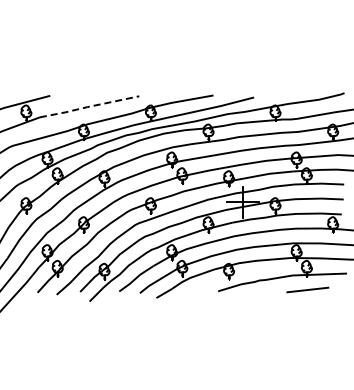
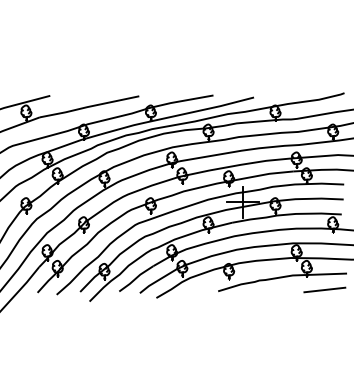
line at (88, 106): dashed -> solid
line at (307, 289) position: (307, 289) -> (324, 289)
